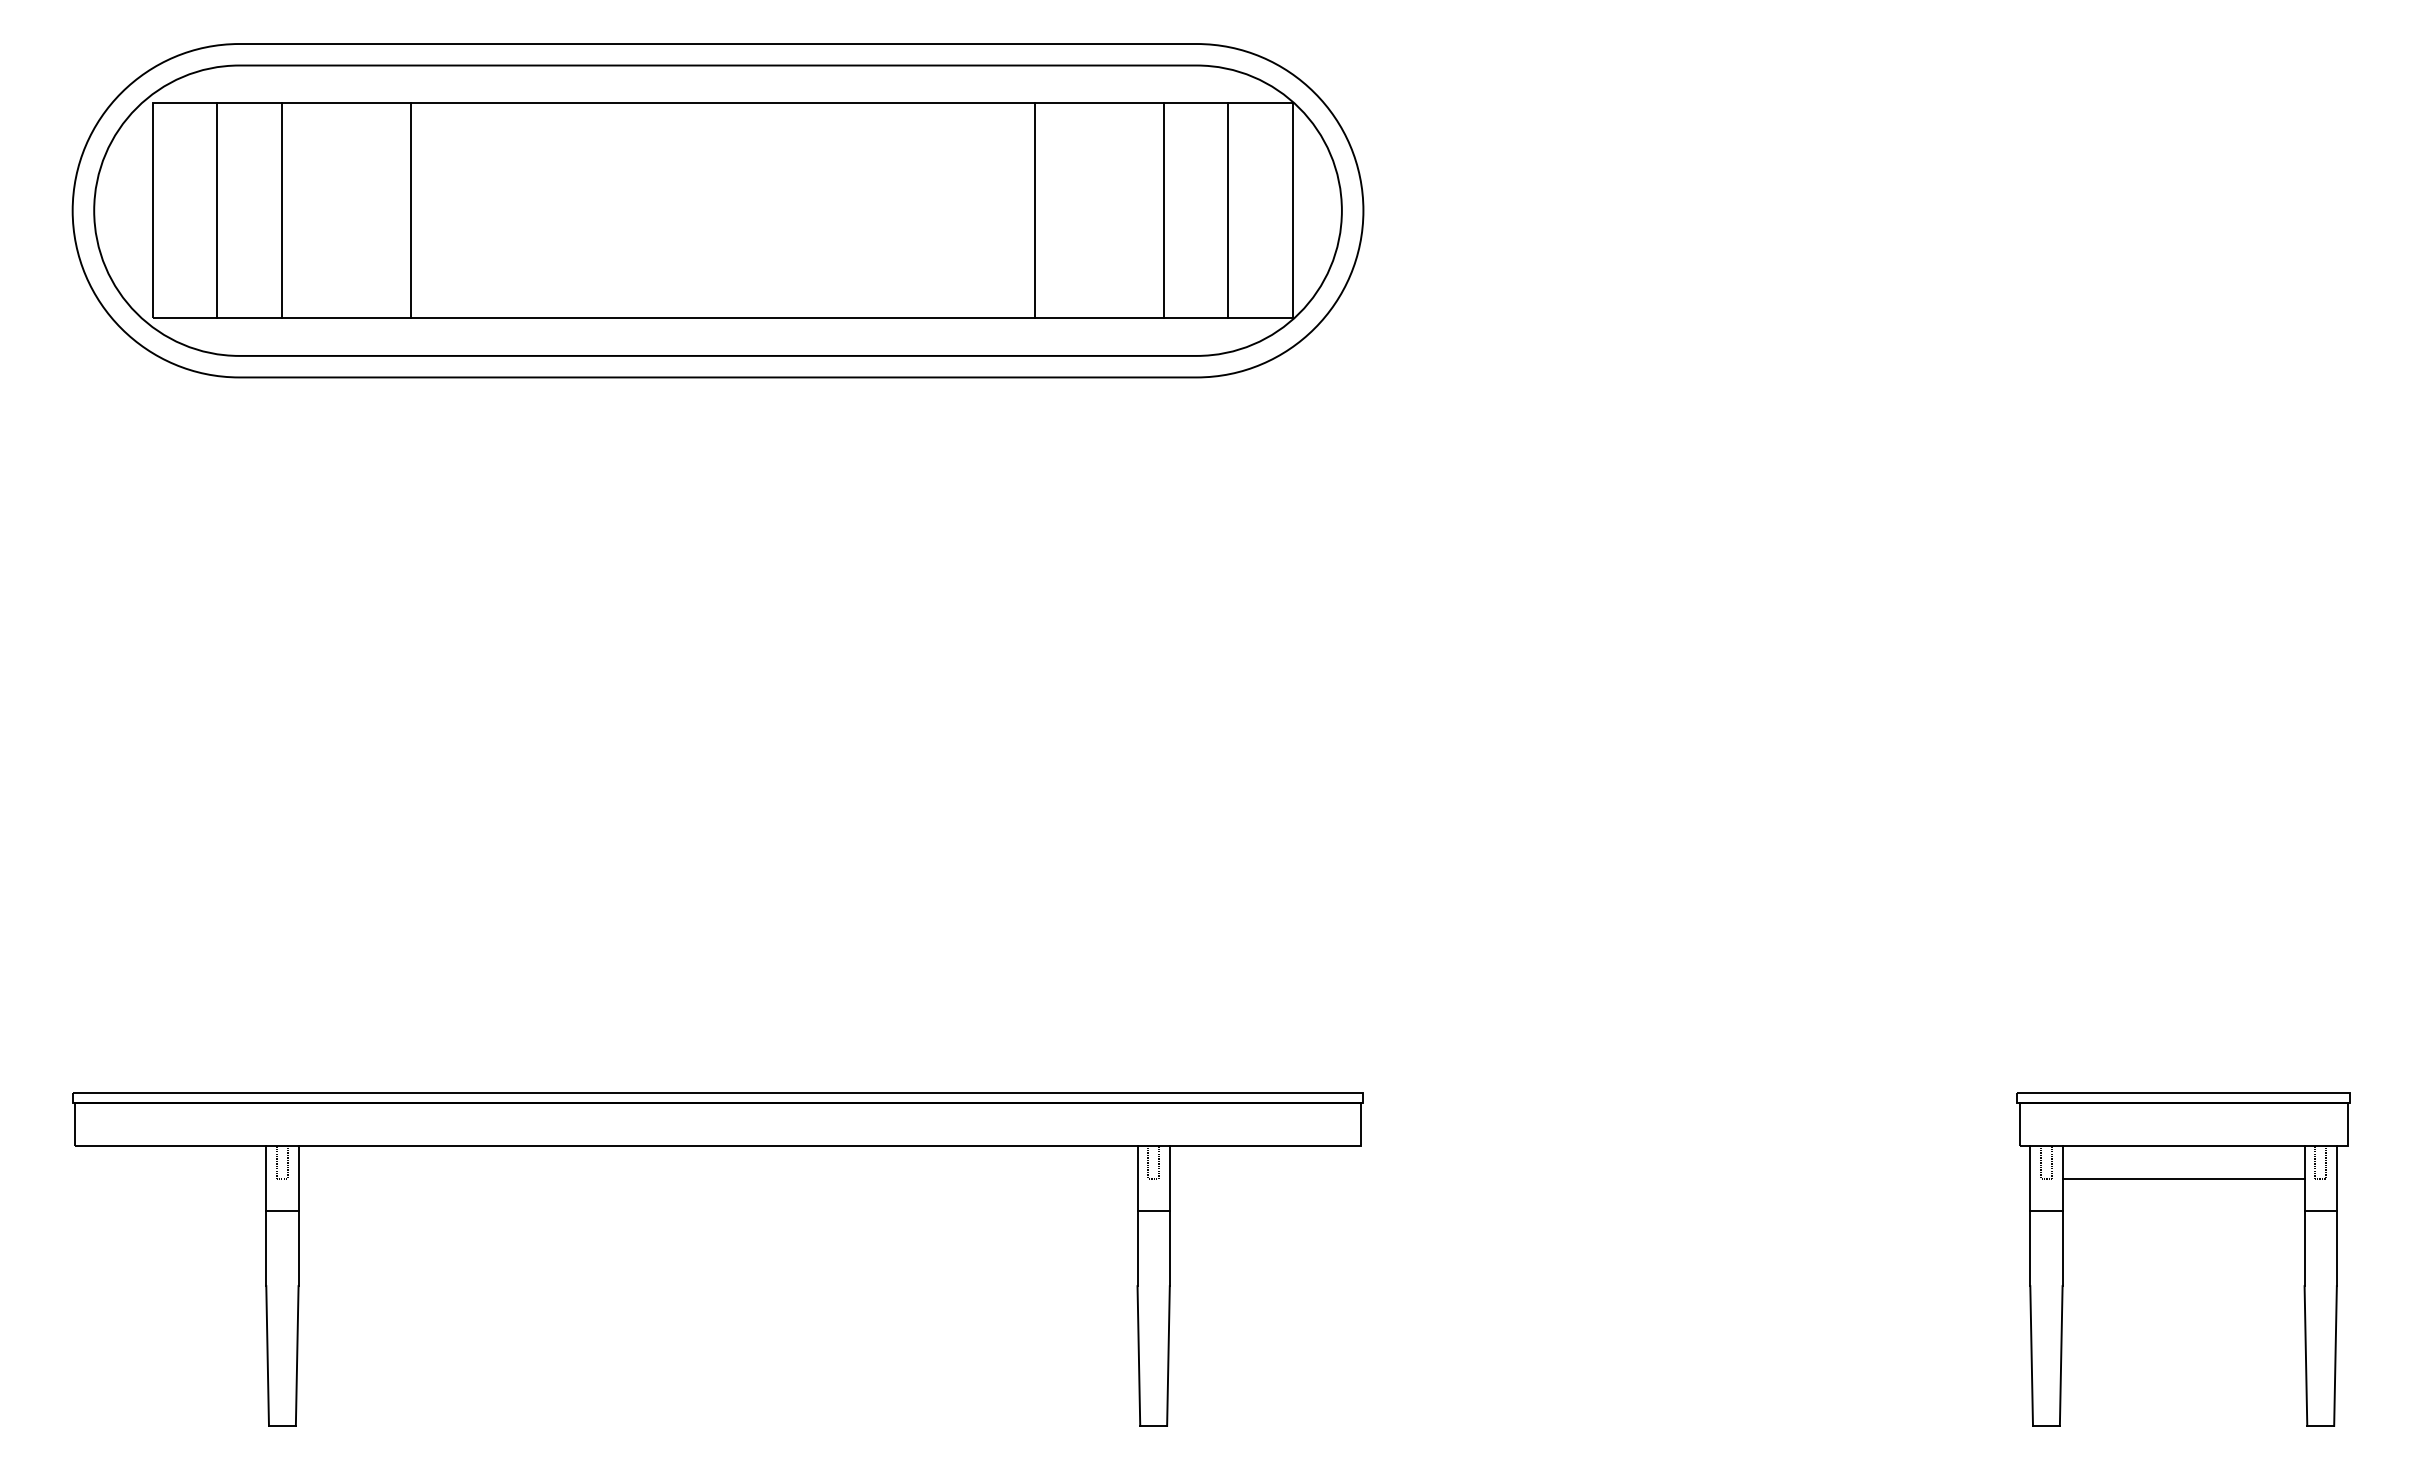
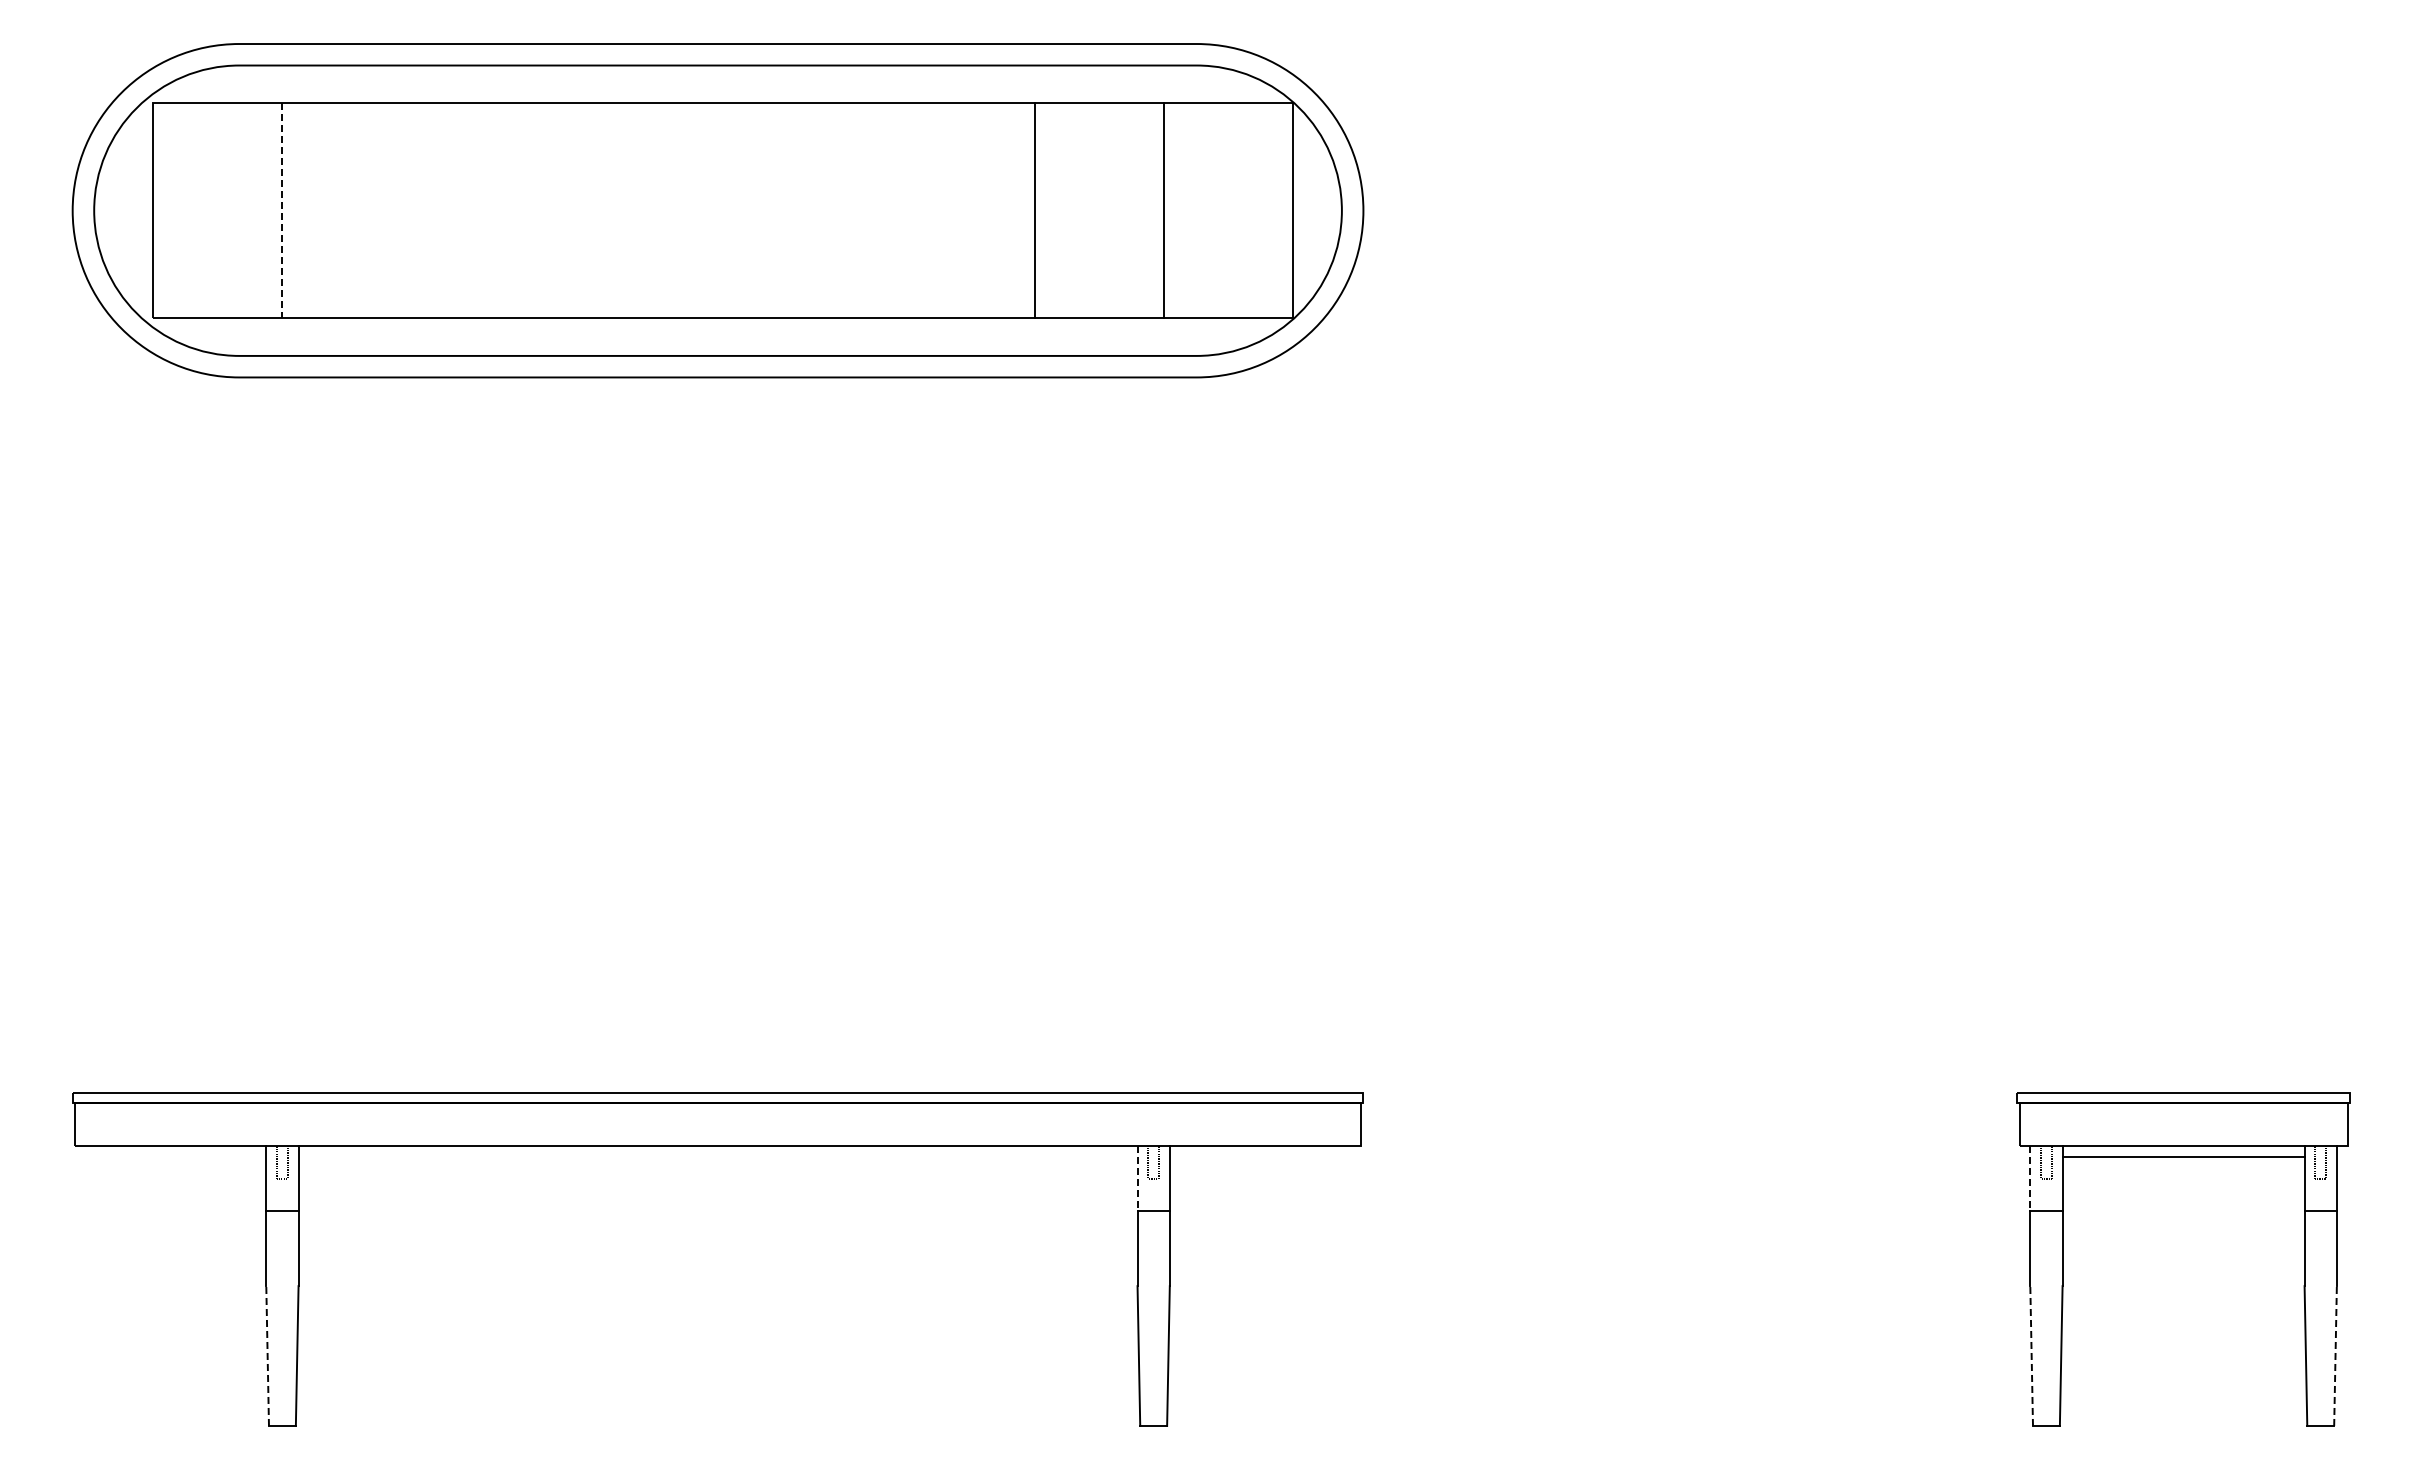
line at (217, 210): present -> none
line at (281, 210): solid -> dashed
line at (410, 210): present -> none
line at (1228, 210): present -> none
line at (2183, 1178) position: (2183, 1178) -> (2183, 1156)
line at (1137, 1179): solid -> dashed
line at (2030, 1179): solid -> dashed
line at (267, 1356): solid -> dashed
line at (2031, 1356): solid -> dashed
line at (2335, 1356): solid -> dashed
